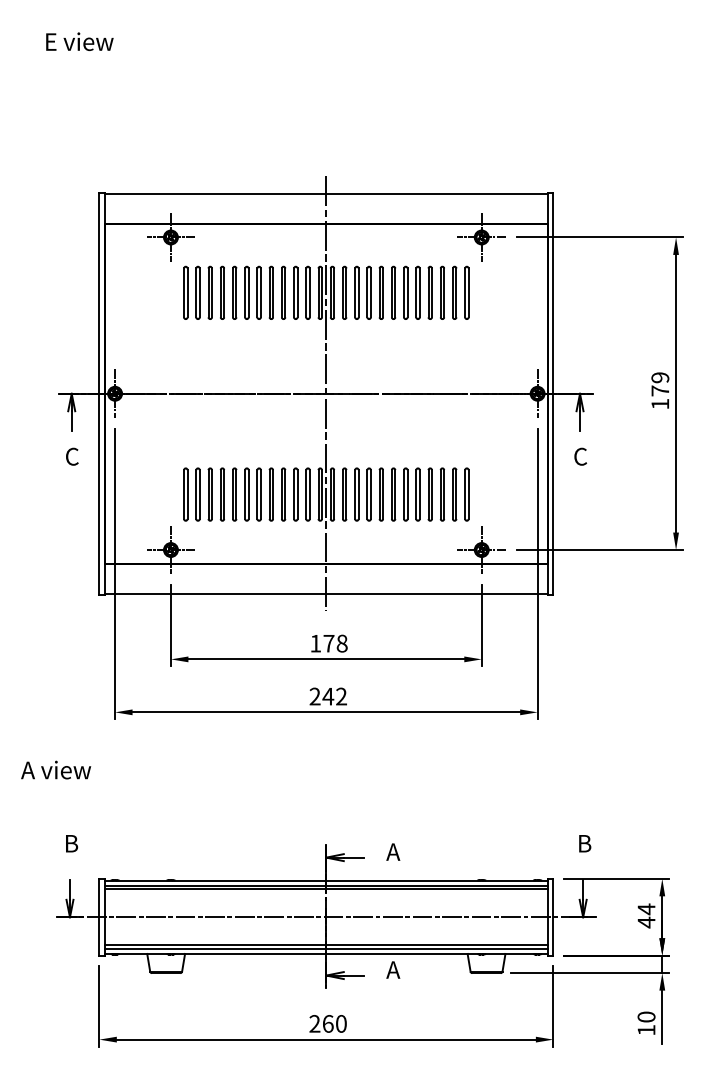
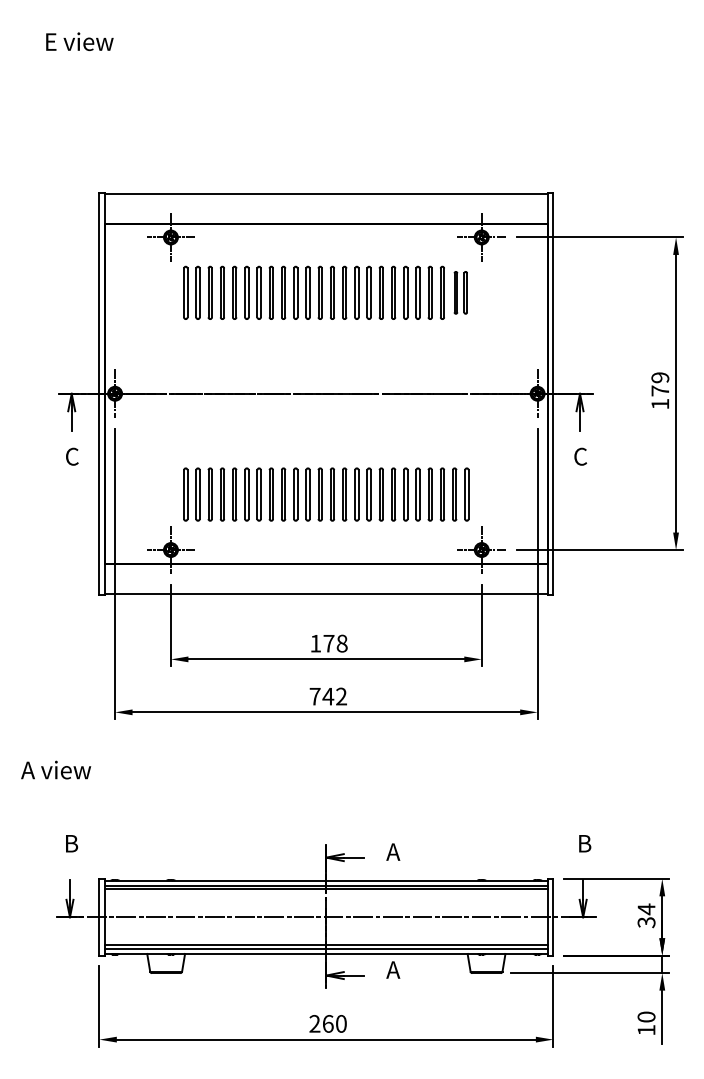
part at (460, 292) size: 18x55 px -> 15x44 px
line at (326, 393): present -> none
text at (314, 696): 242 -> 742
text at (646, 922): 44 -> 34
